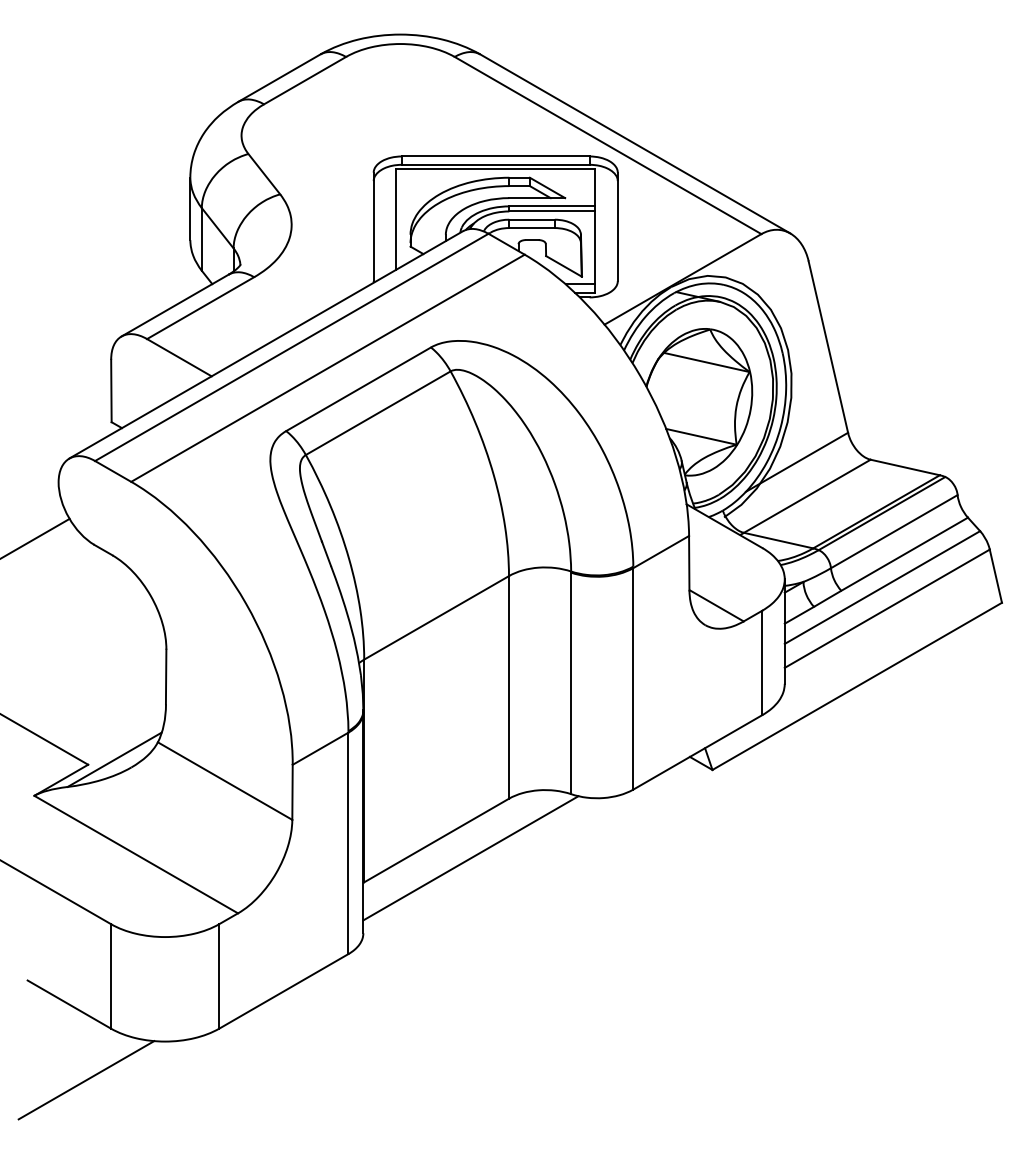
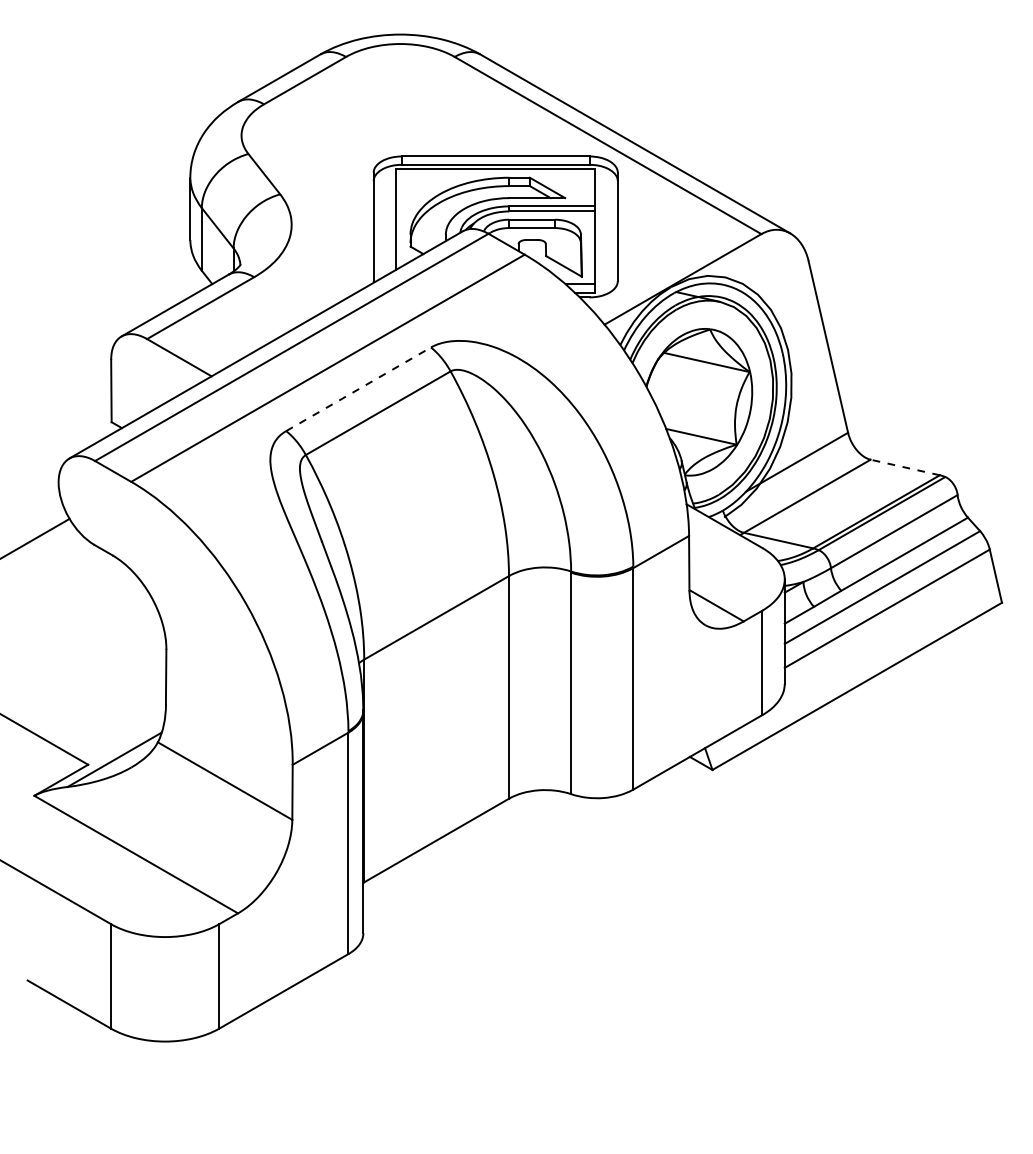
line at (358, 389): solid -> dashed
line at (904, 467): solid -> dashed
line at (470, 858): present -> none
line at (86, 1080): present -> none
